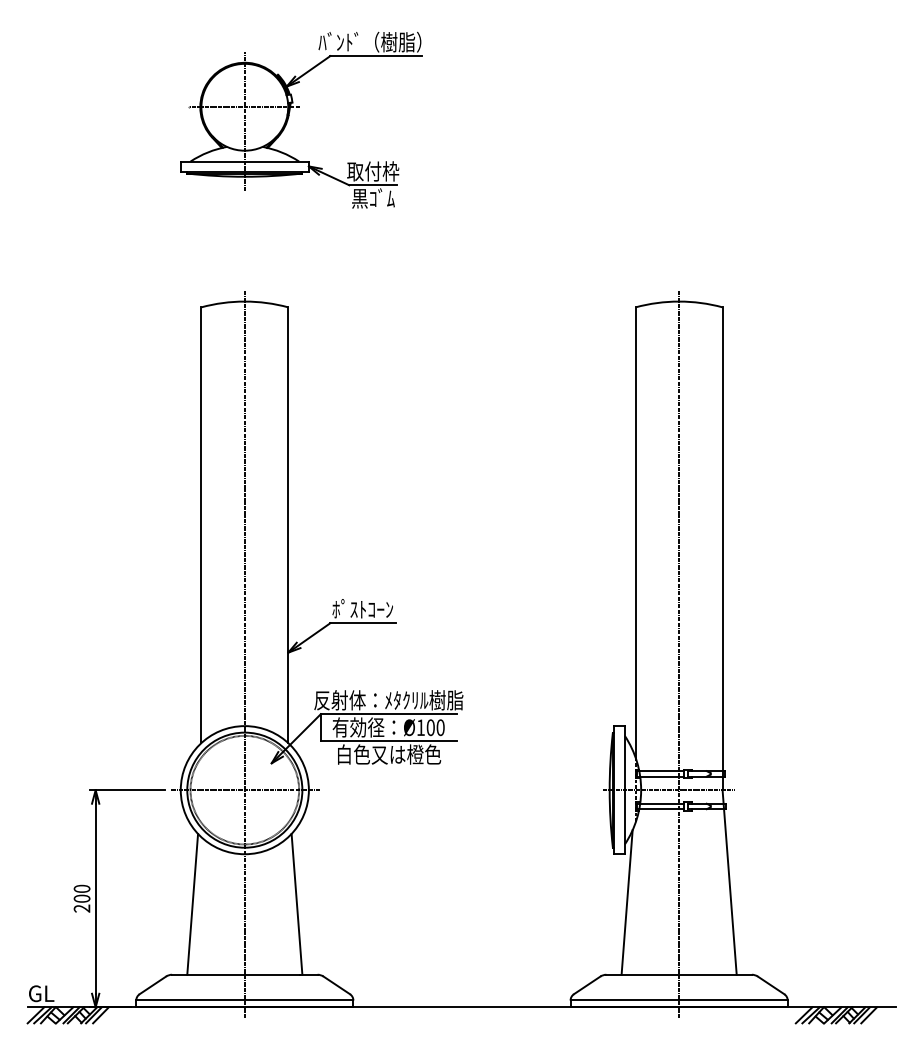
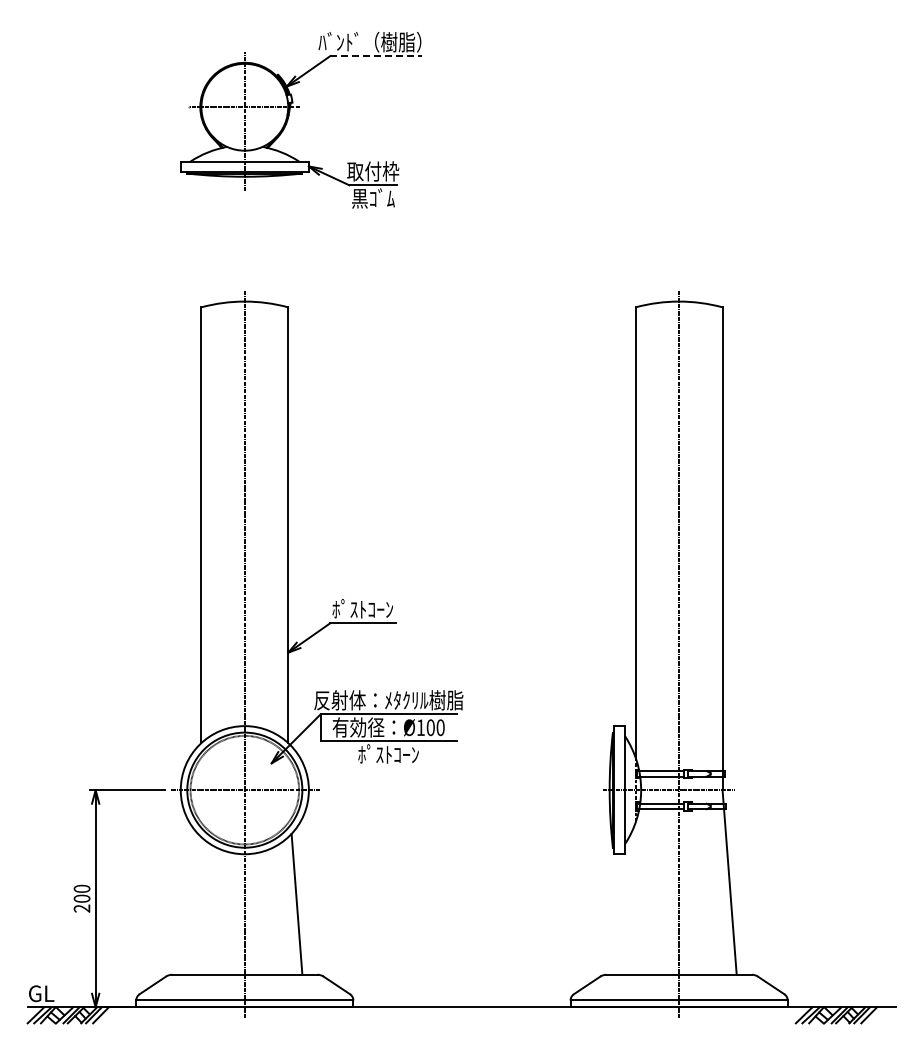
line at (375, 56): solid -> dashed
text at (389, 754): 白色又は橙色 -> ﾎﾟｽﾄｺｰﾝ
line at (626, 902): present -> none
line at (192, 903): present -> none
